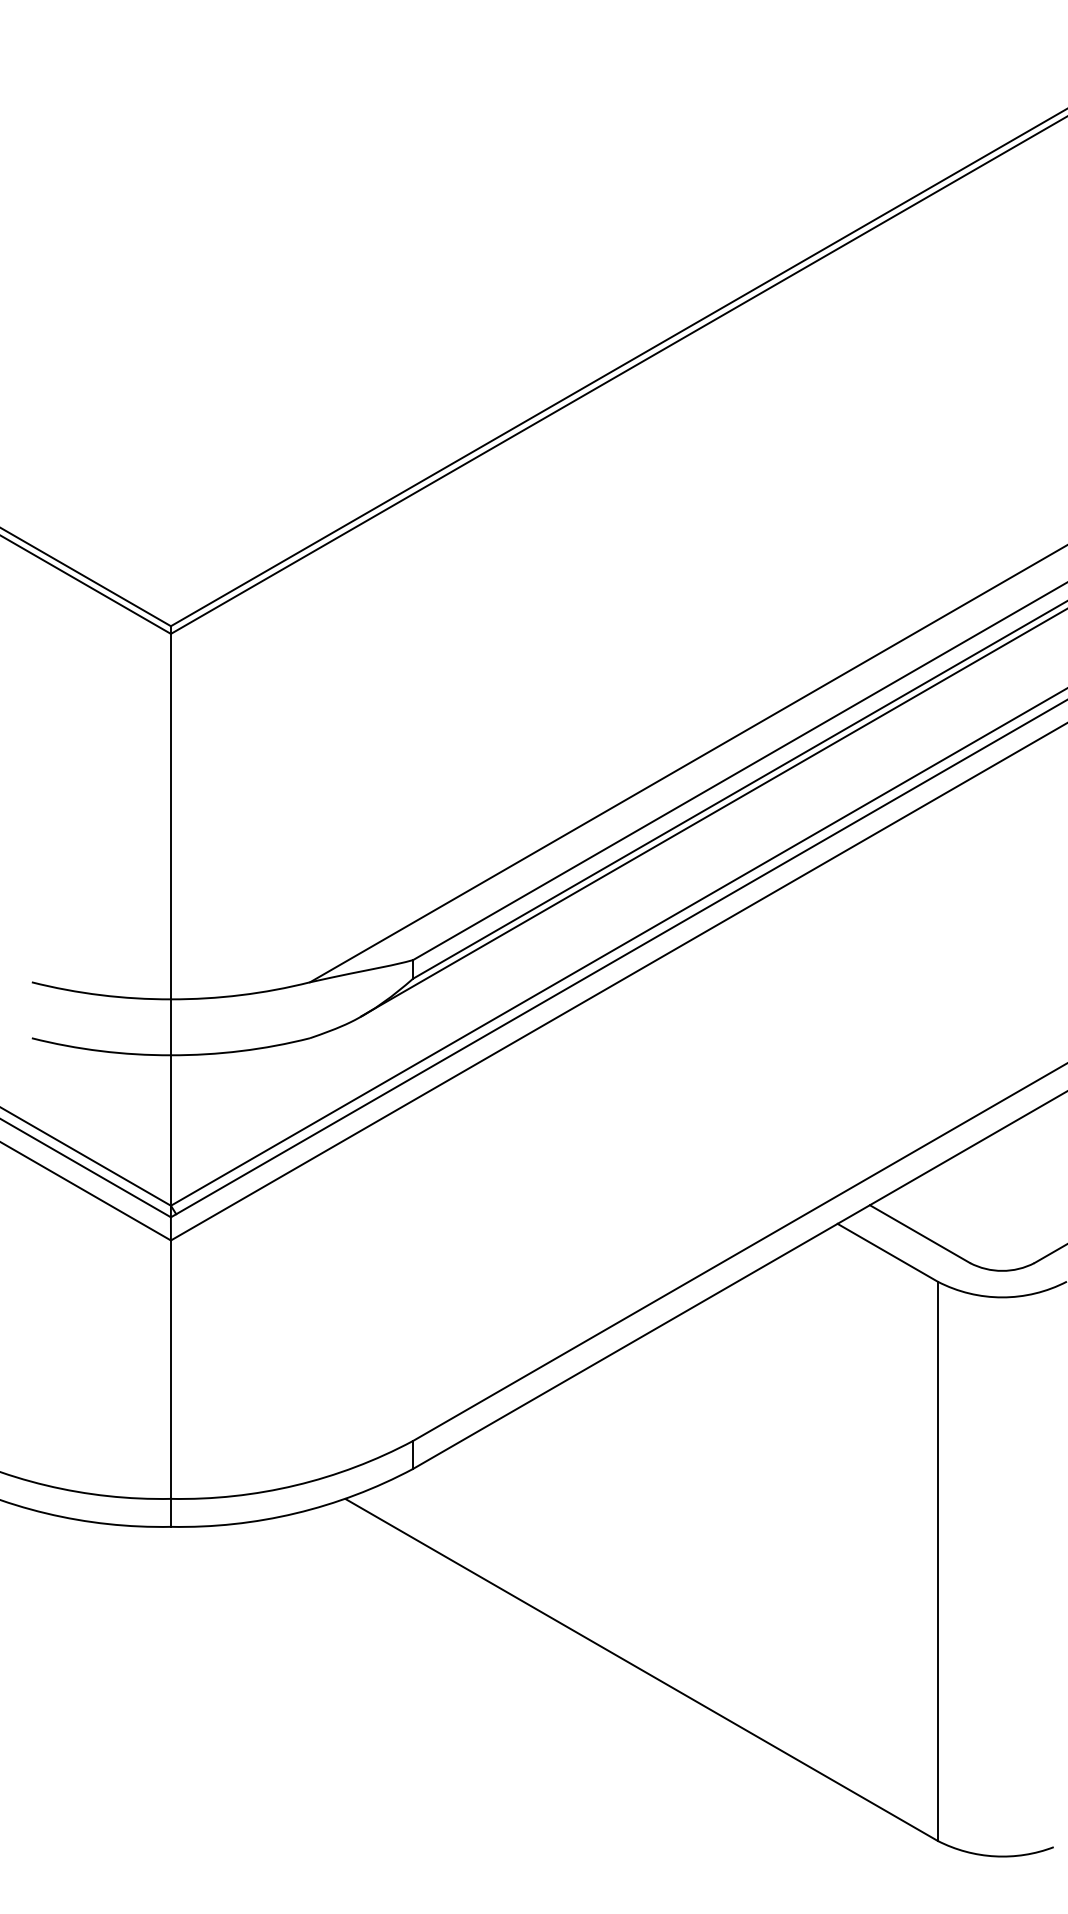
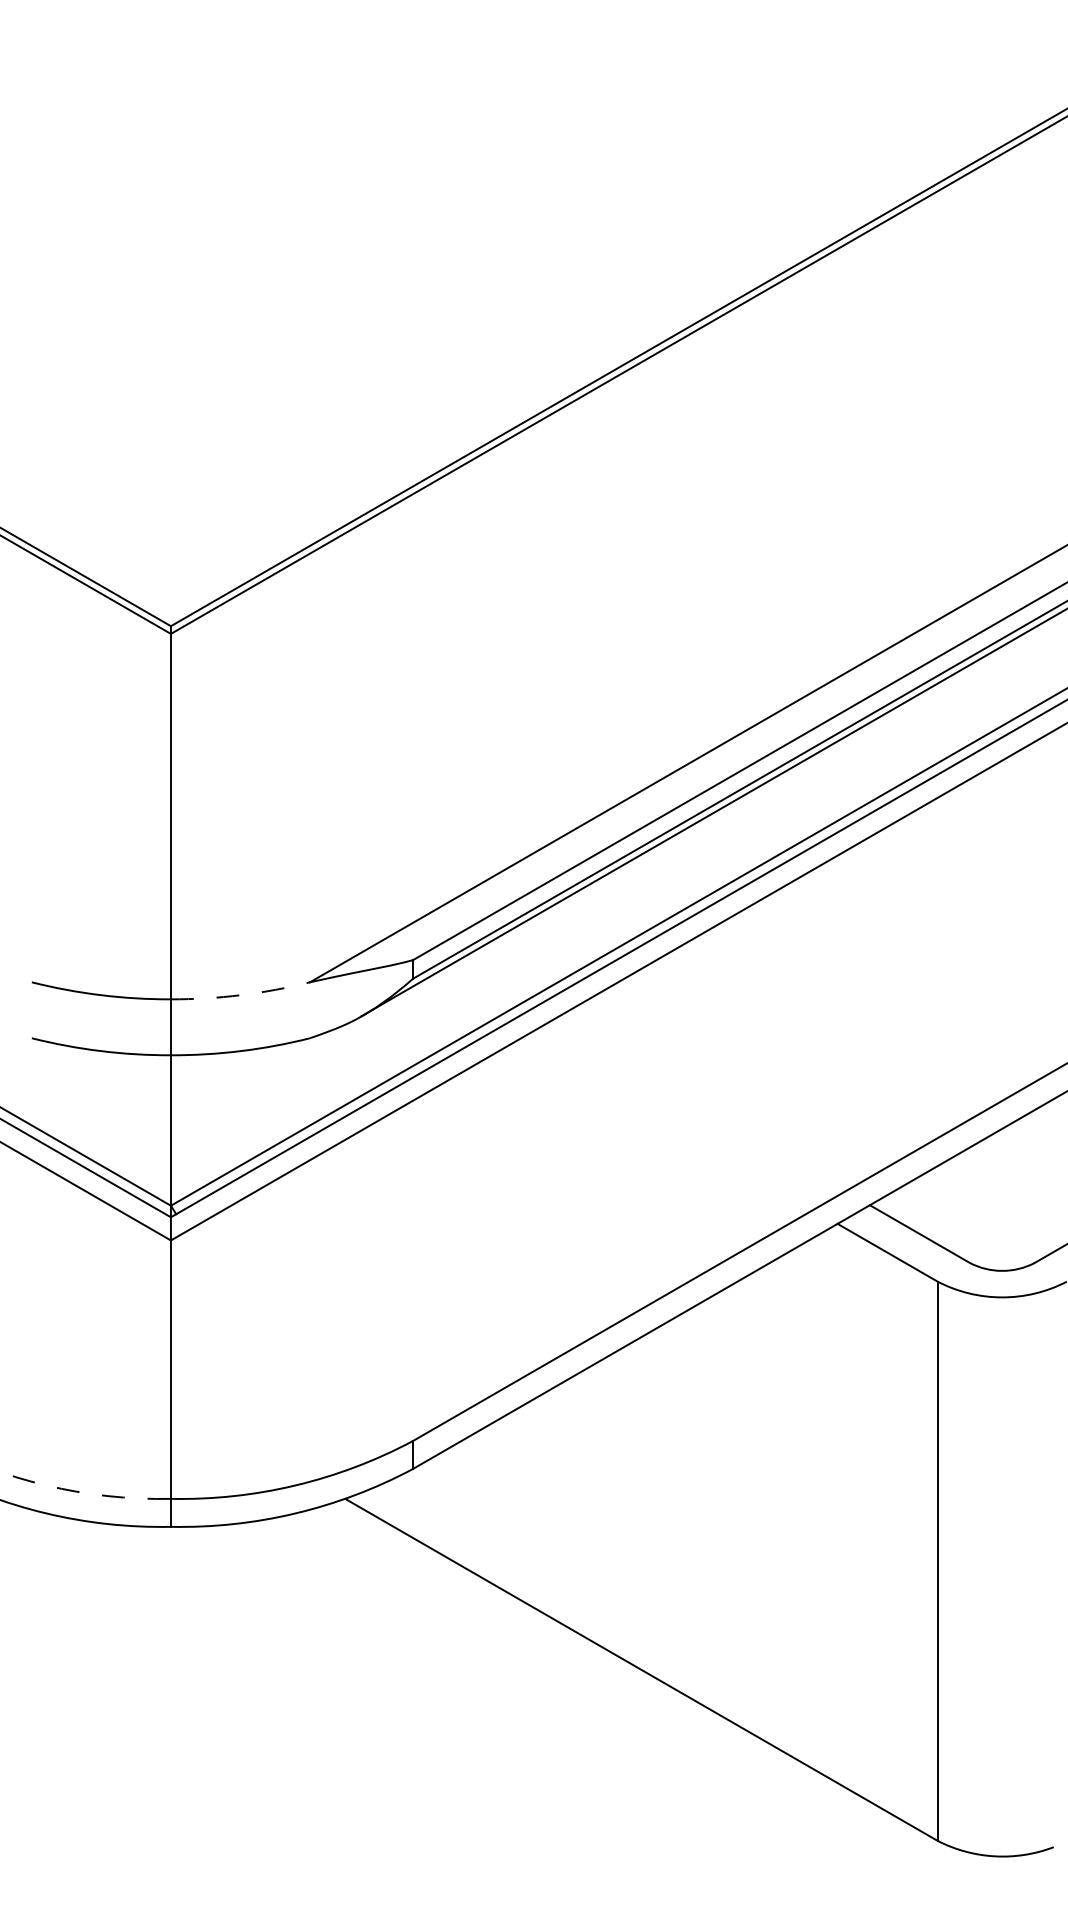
arc at (241, 995): solid -> dashed
arc at (83, 1492): solid -> dashed
